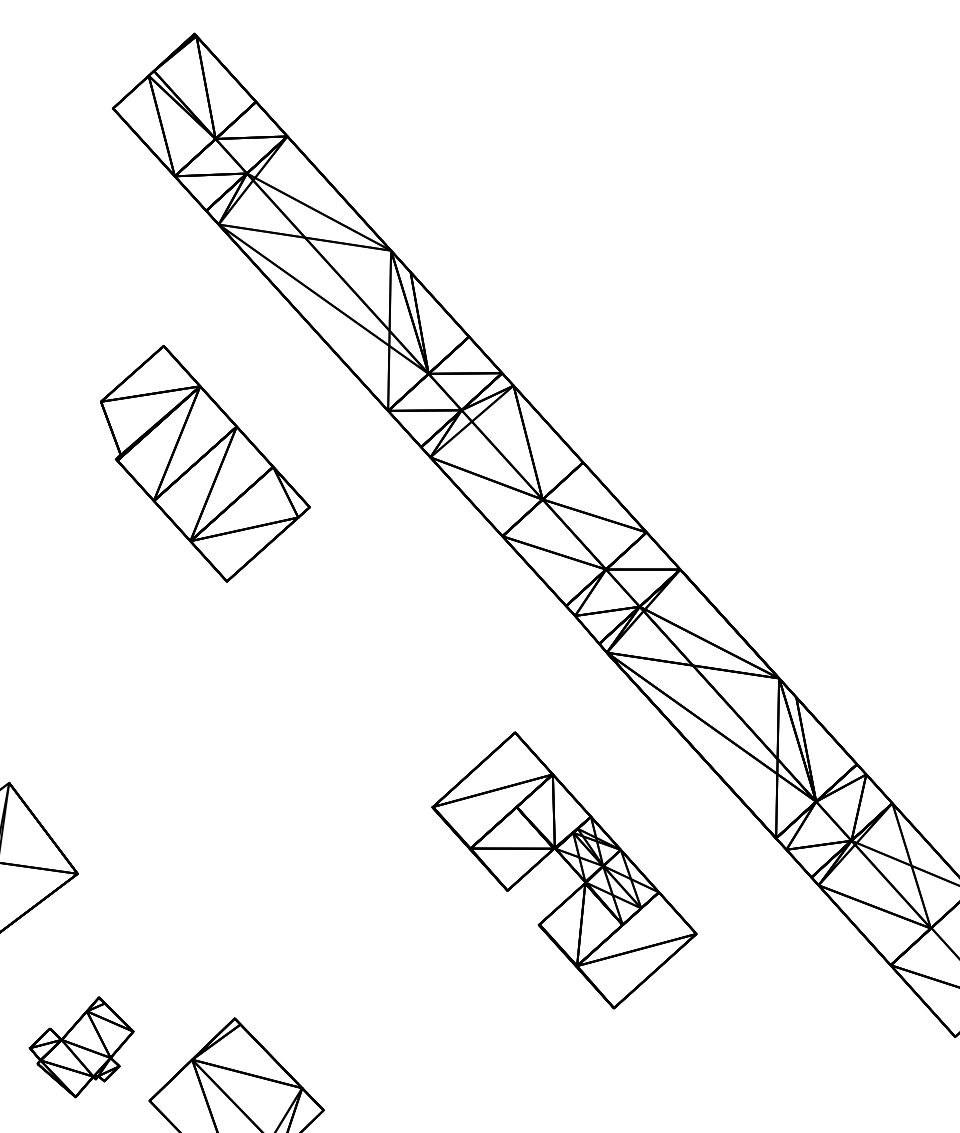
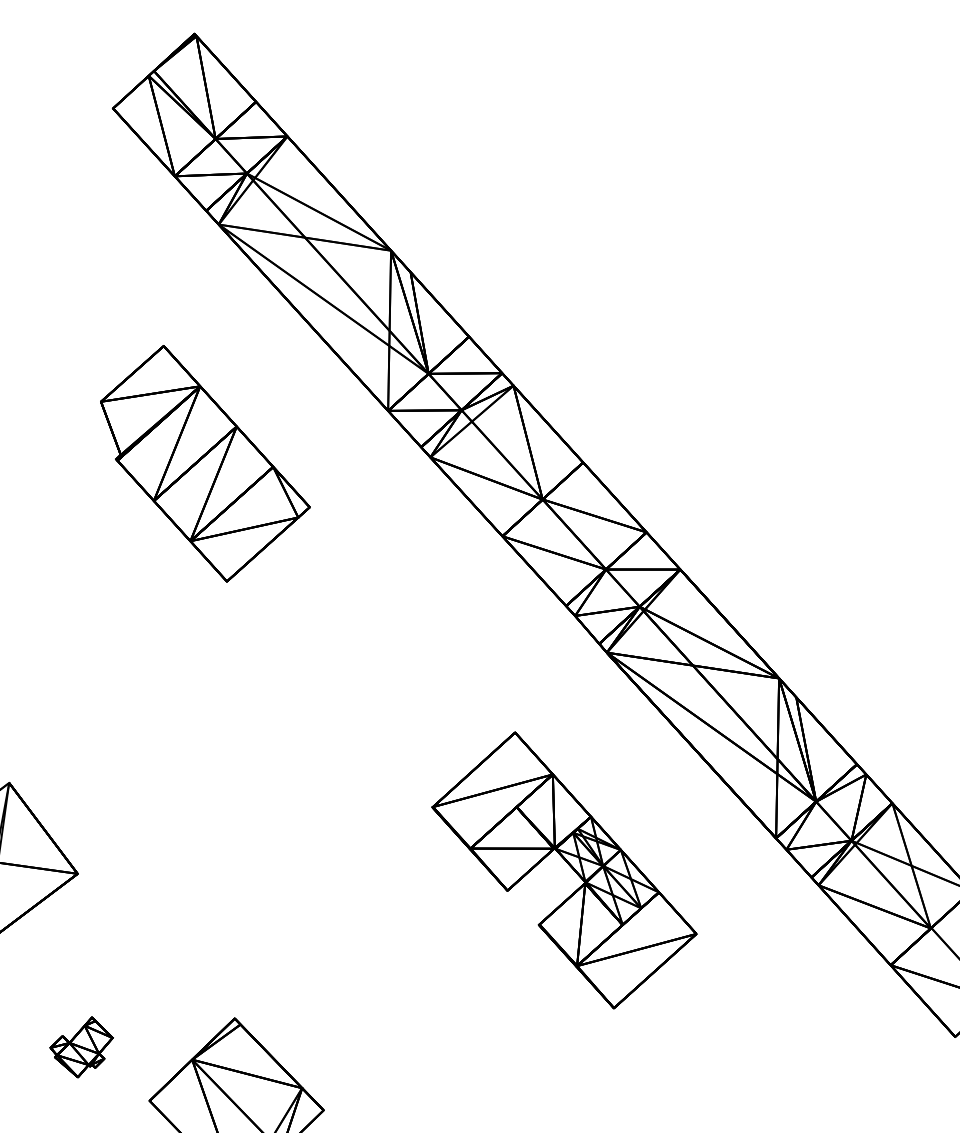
part at (81, 1047) size: 107x103 px -> 65x63 px
